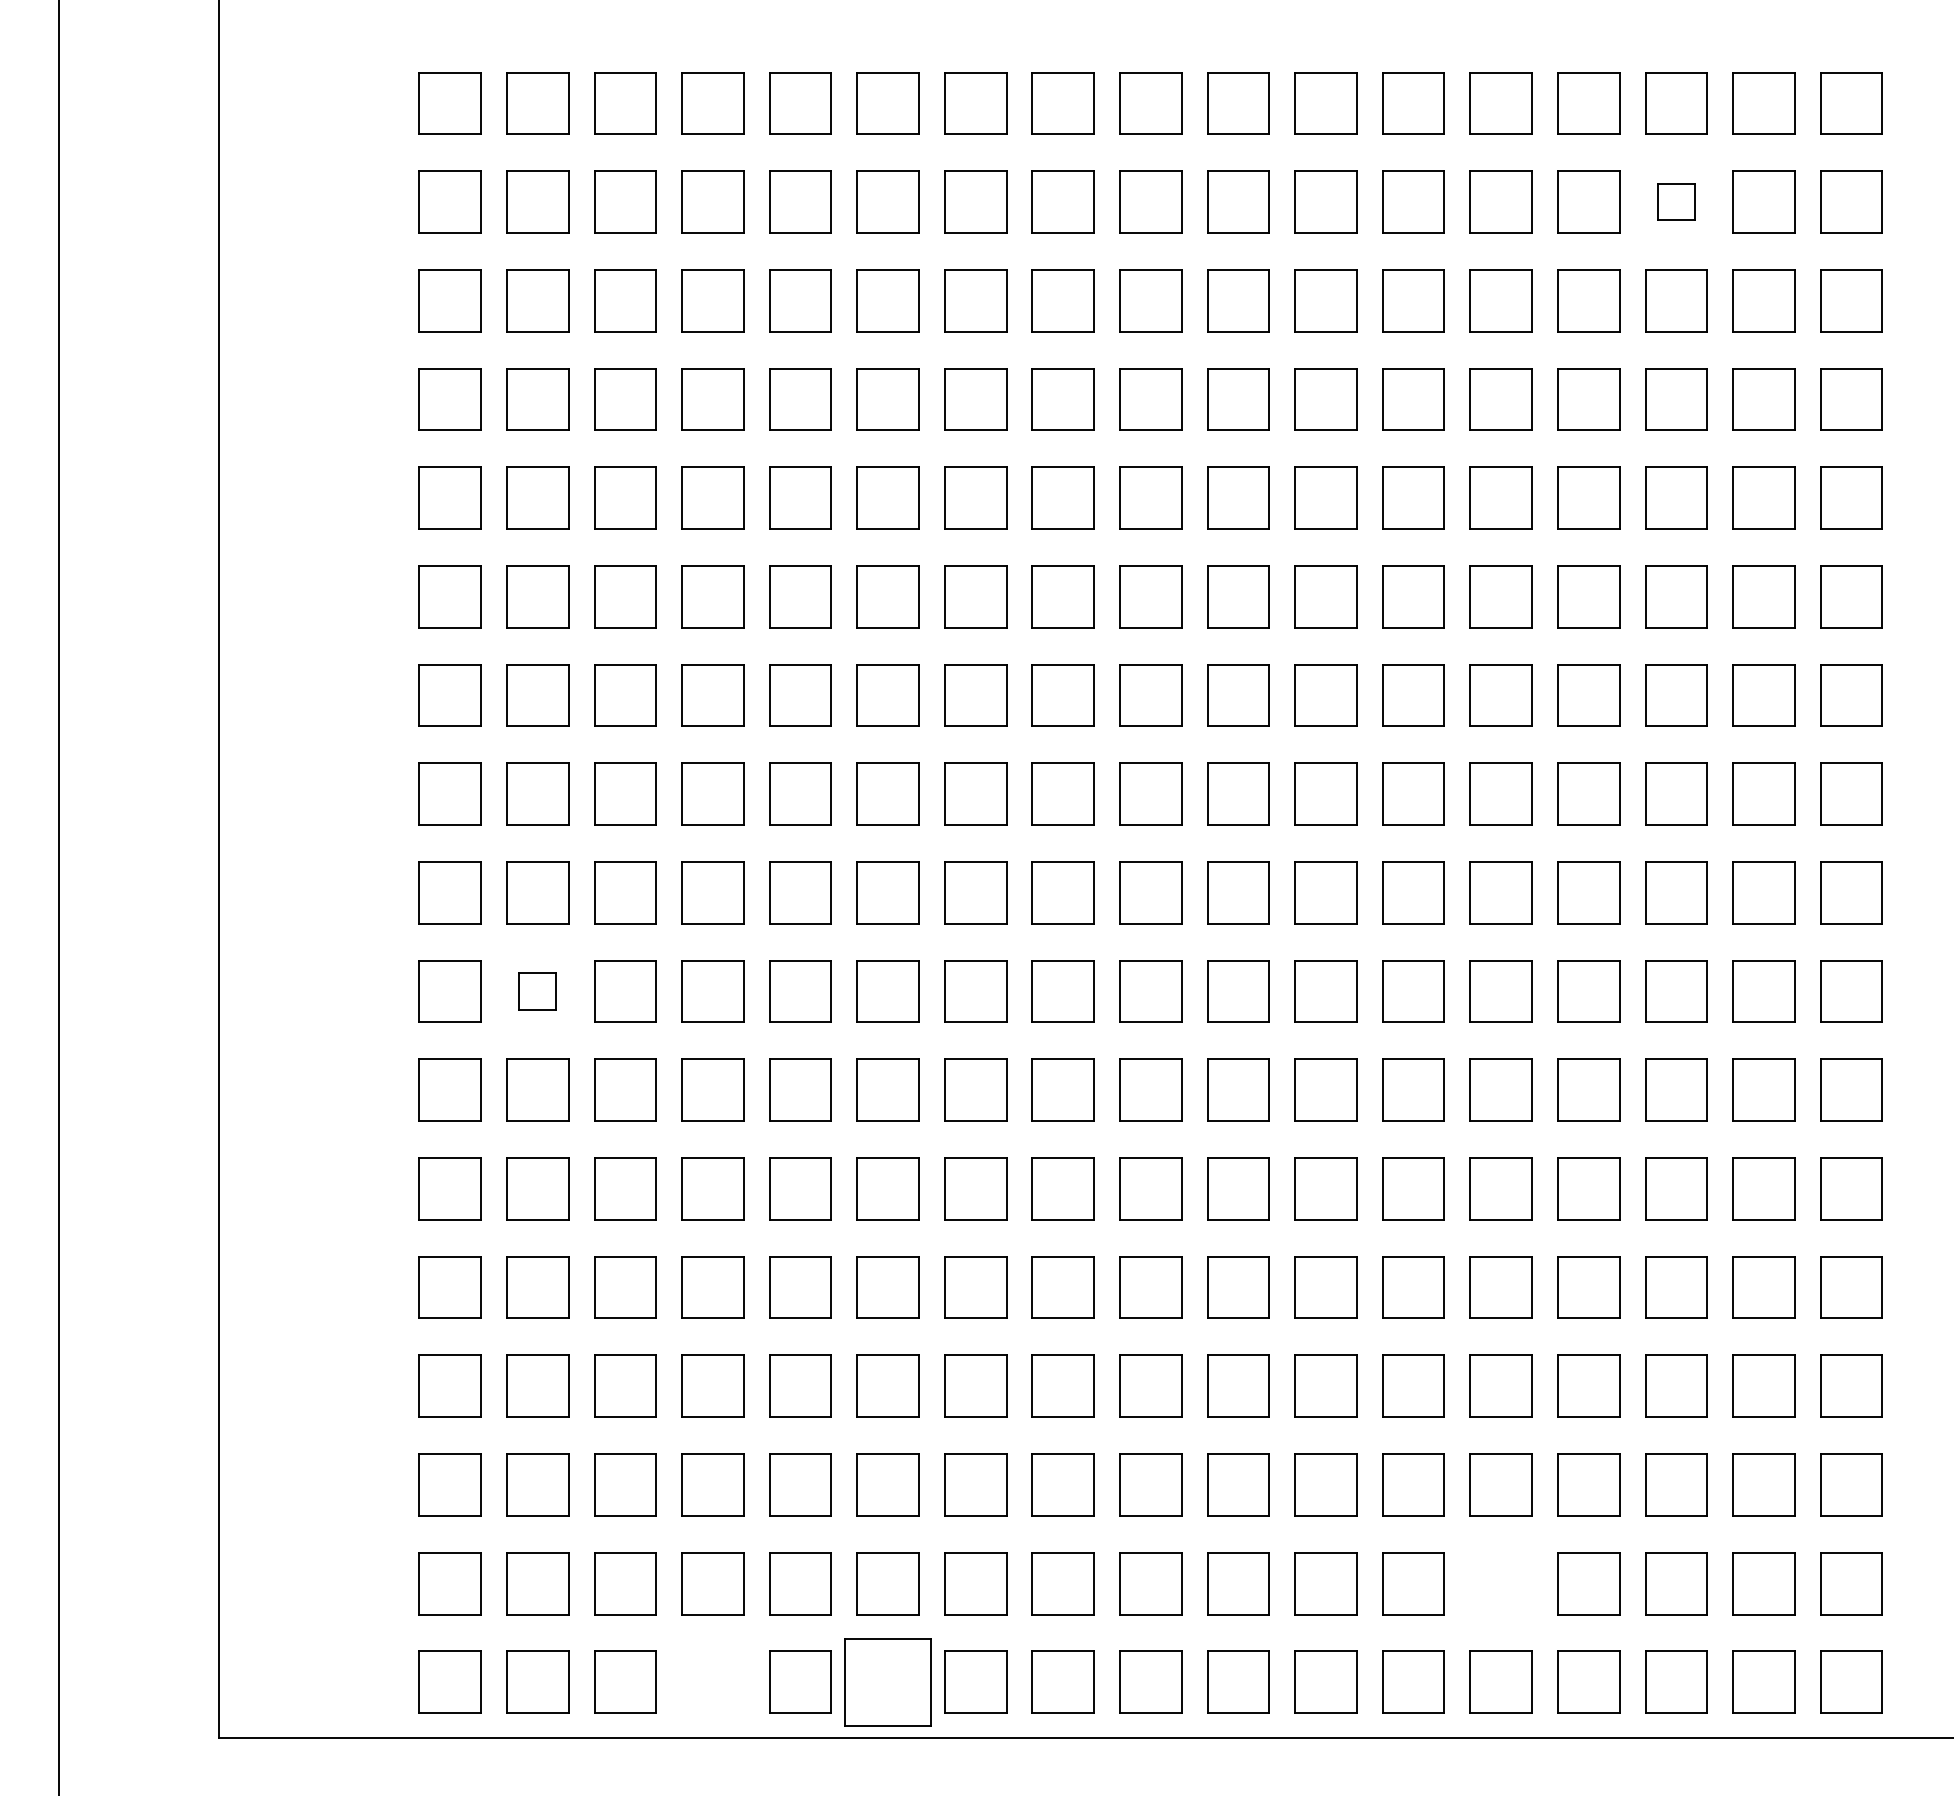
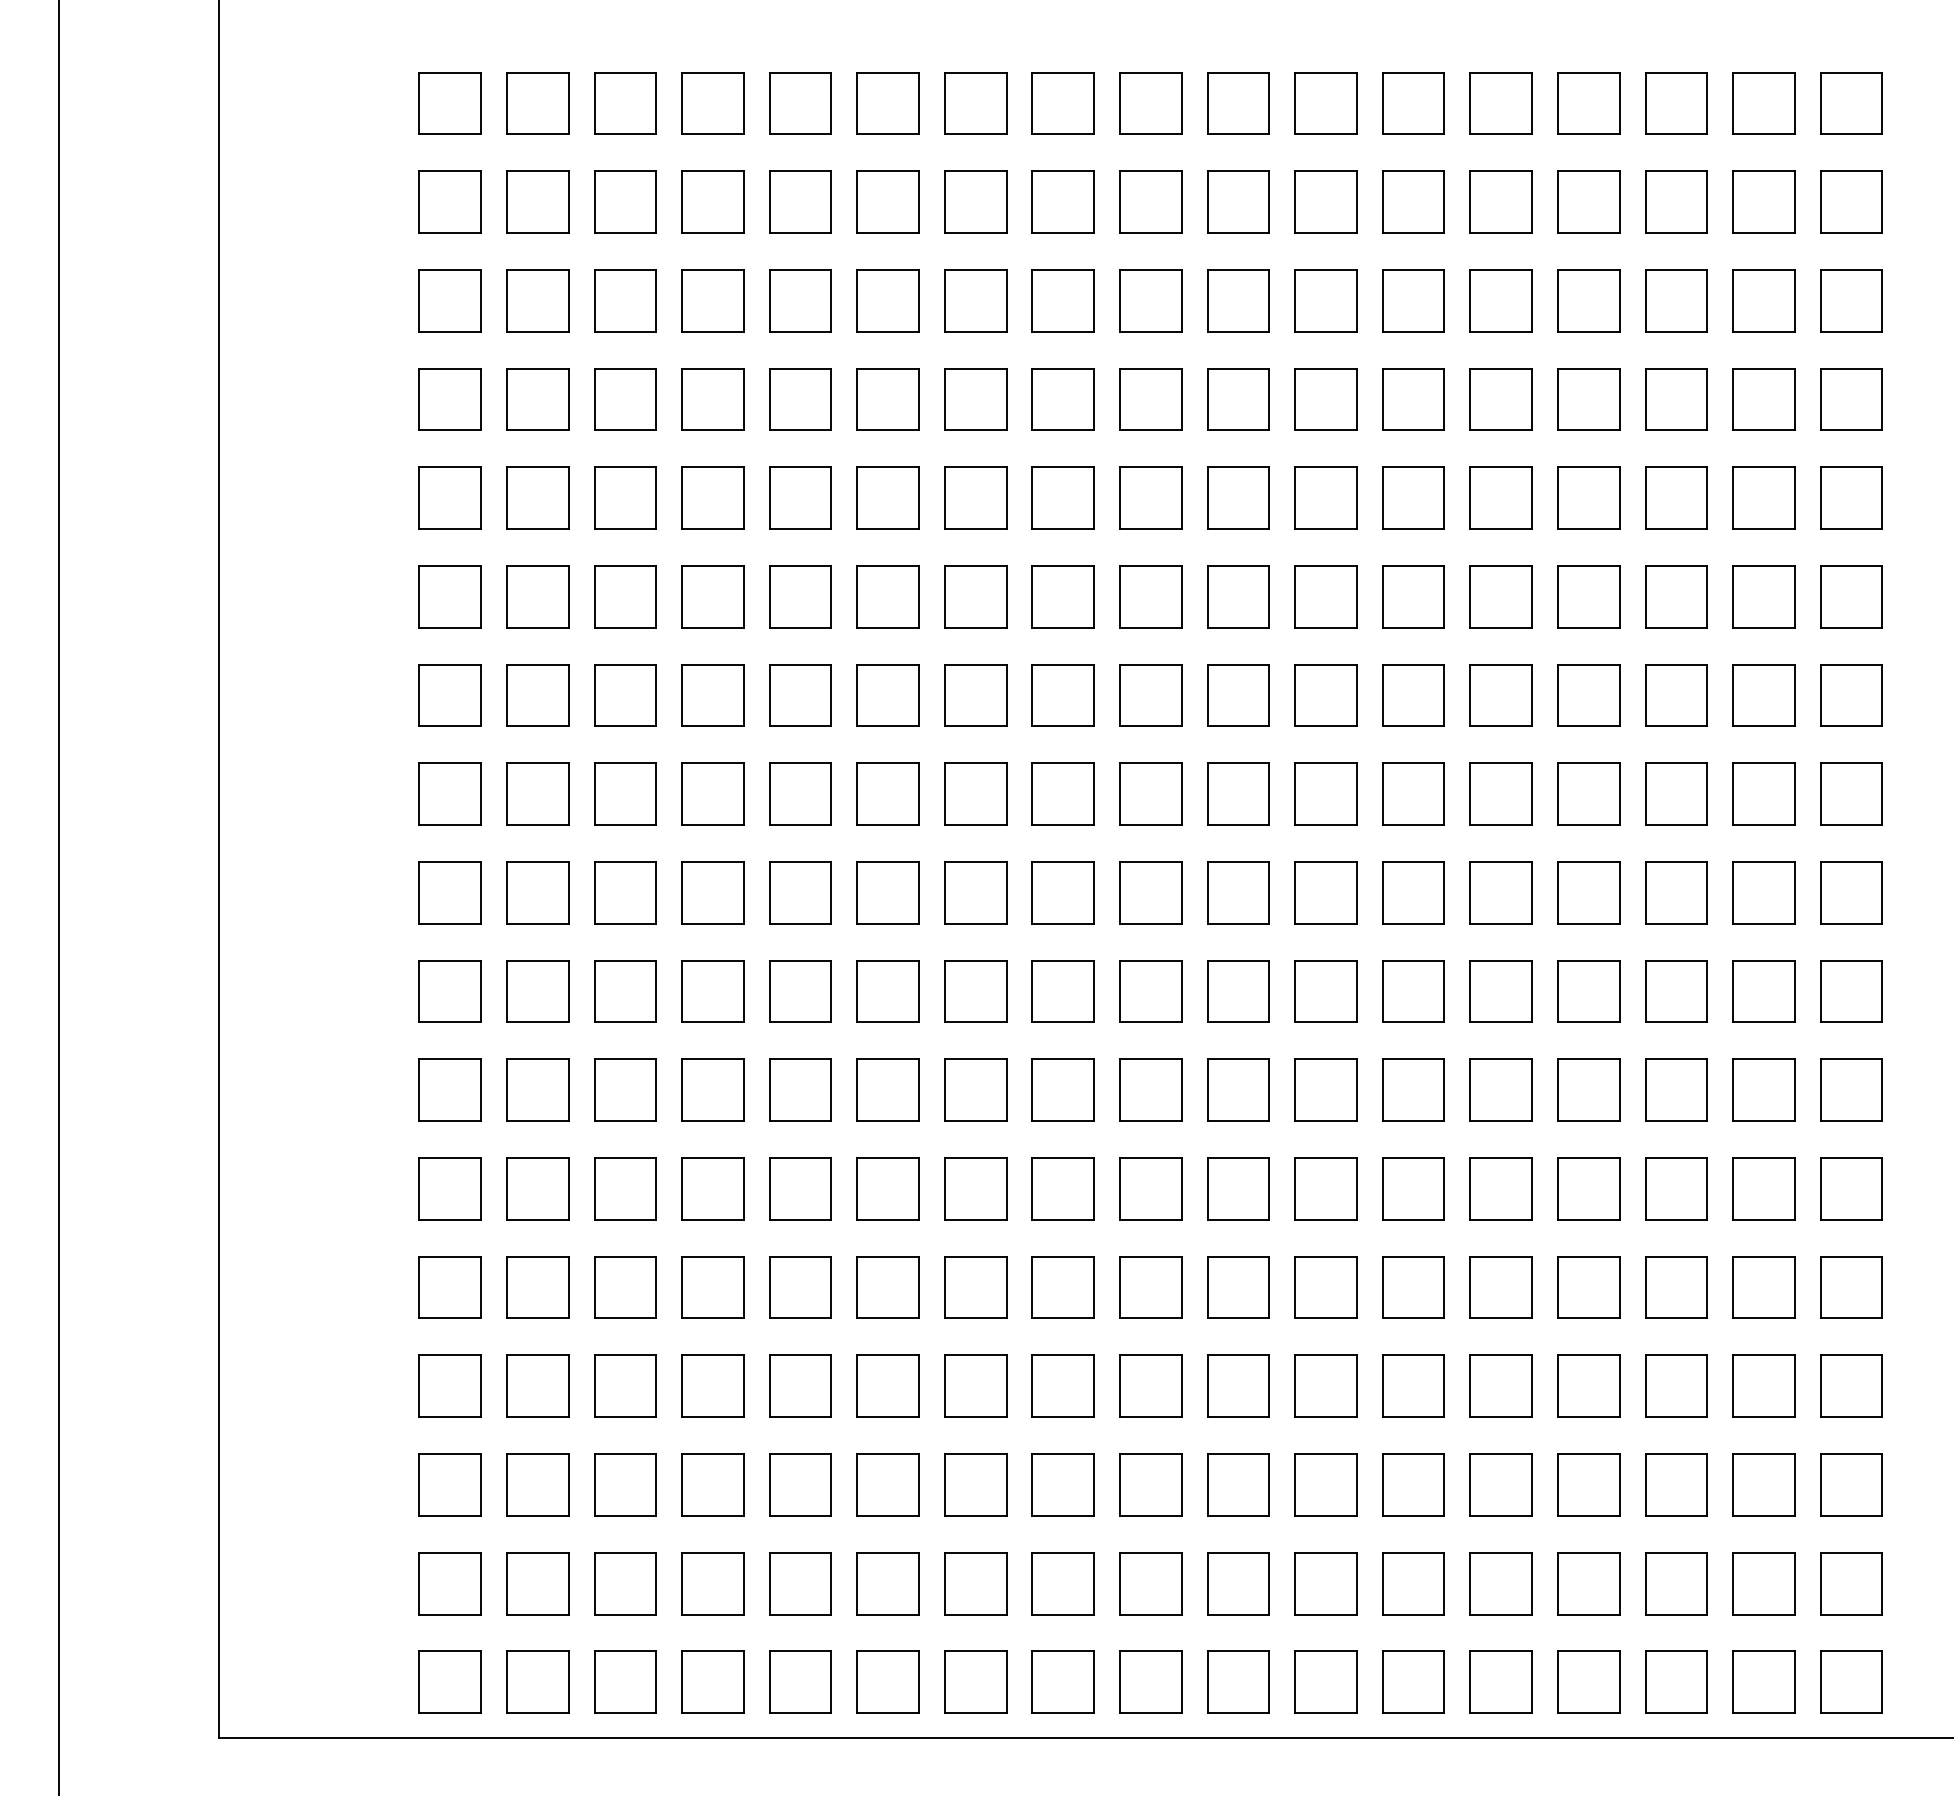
part at (1676, 201) size: 39x38 px -> 63x64 px
part at (537, 991) size: 39x39 px -> 64x63 px
part at (1500, 1583): none -> present
part at (712, 1681): none -> present
part at (887, 1682) size: 88x89 px -> 64x64 px
